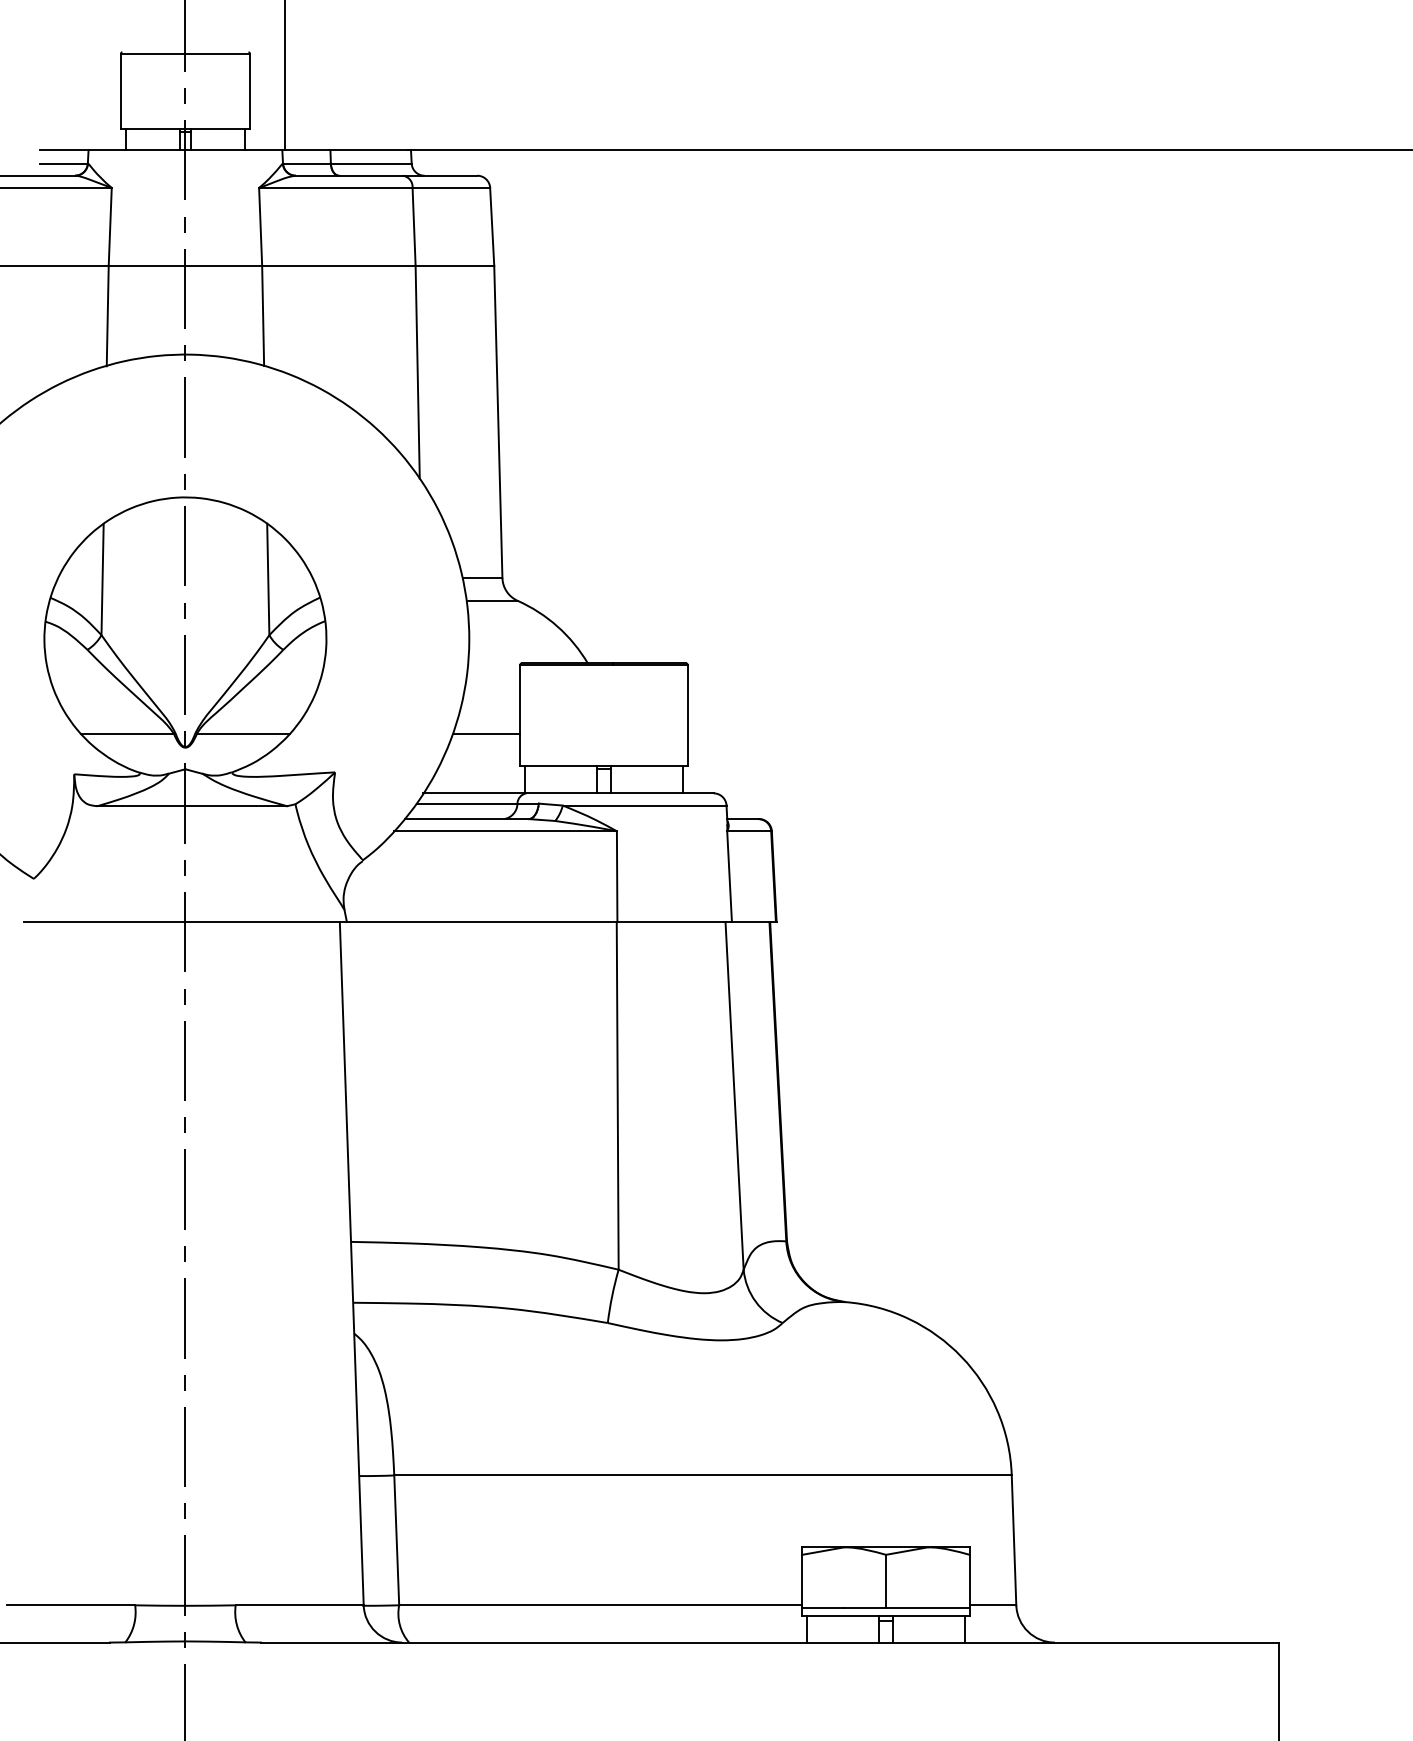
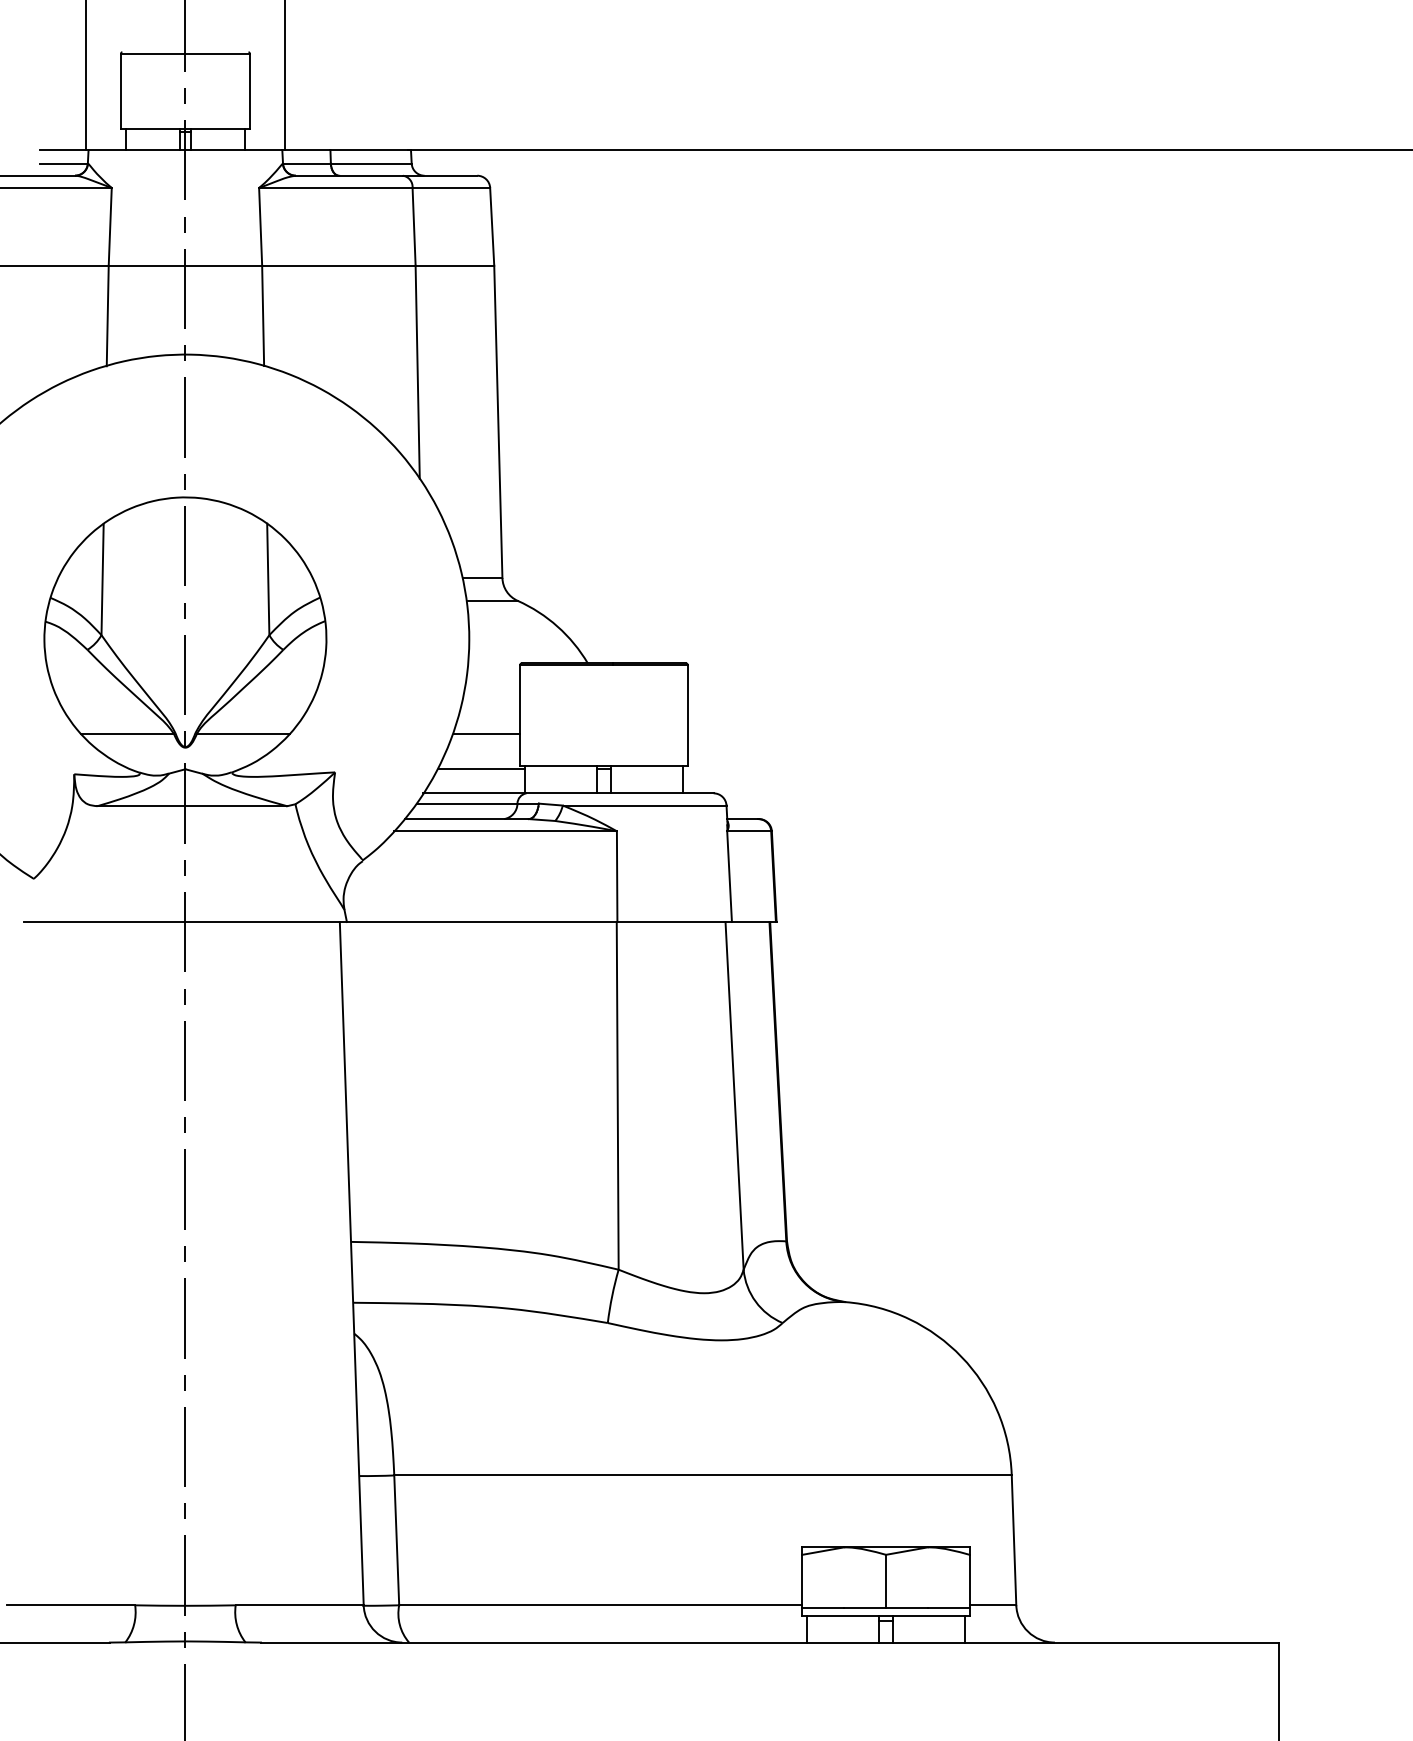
line at (85, 76): none -> present
line at (481, 768): none -> present
